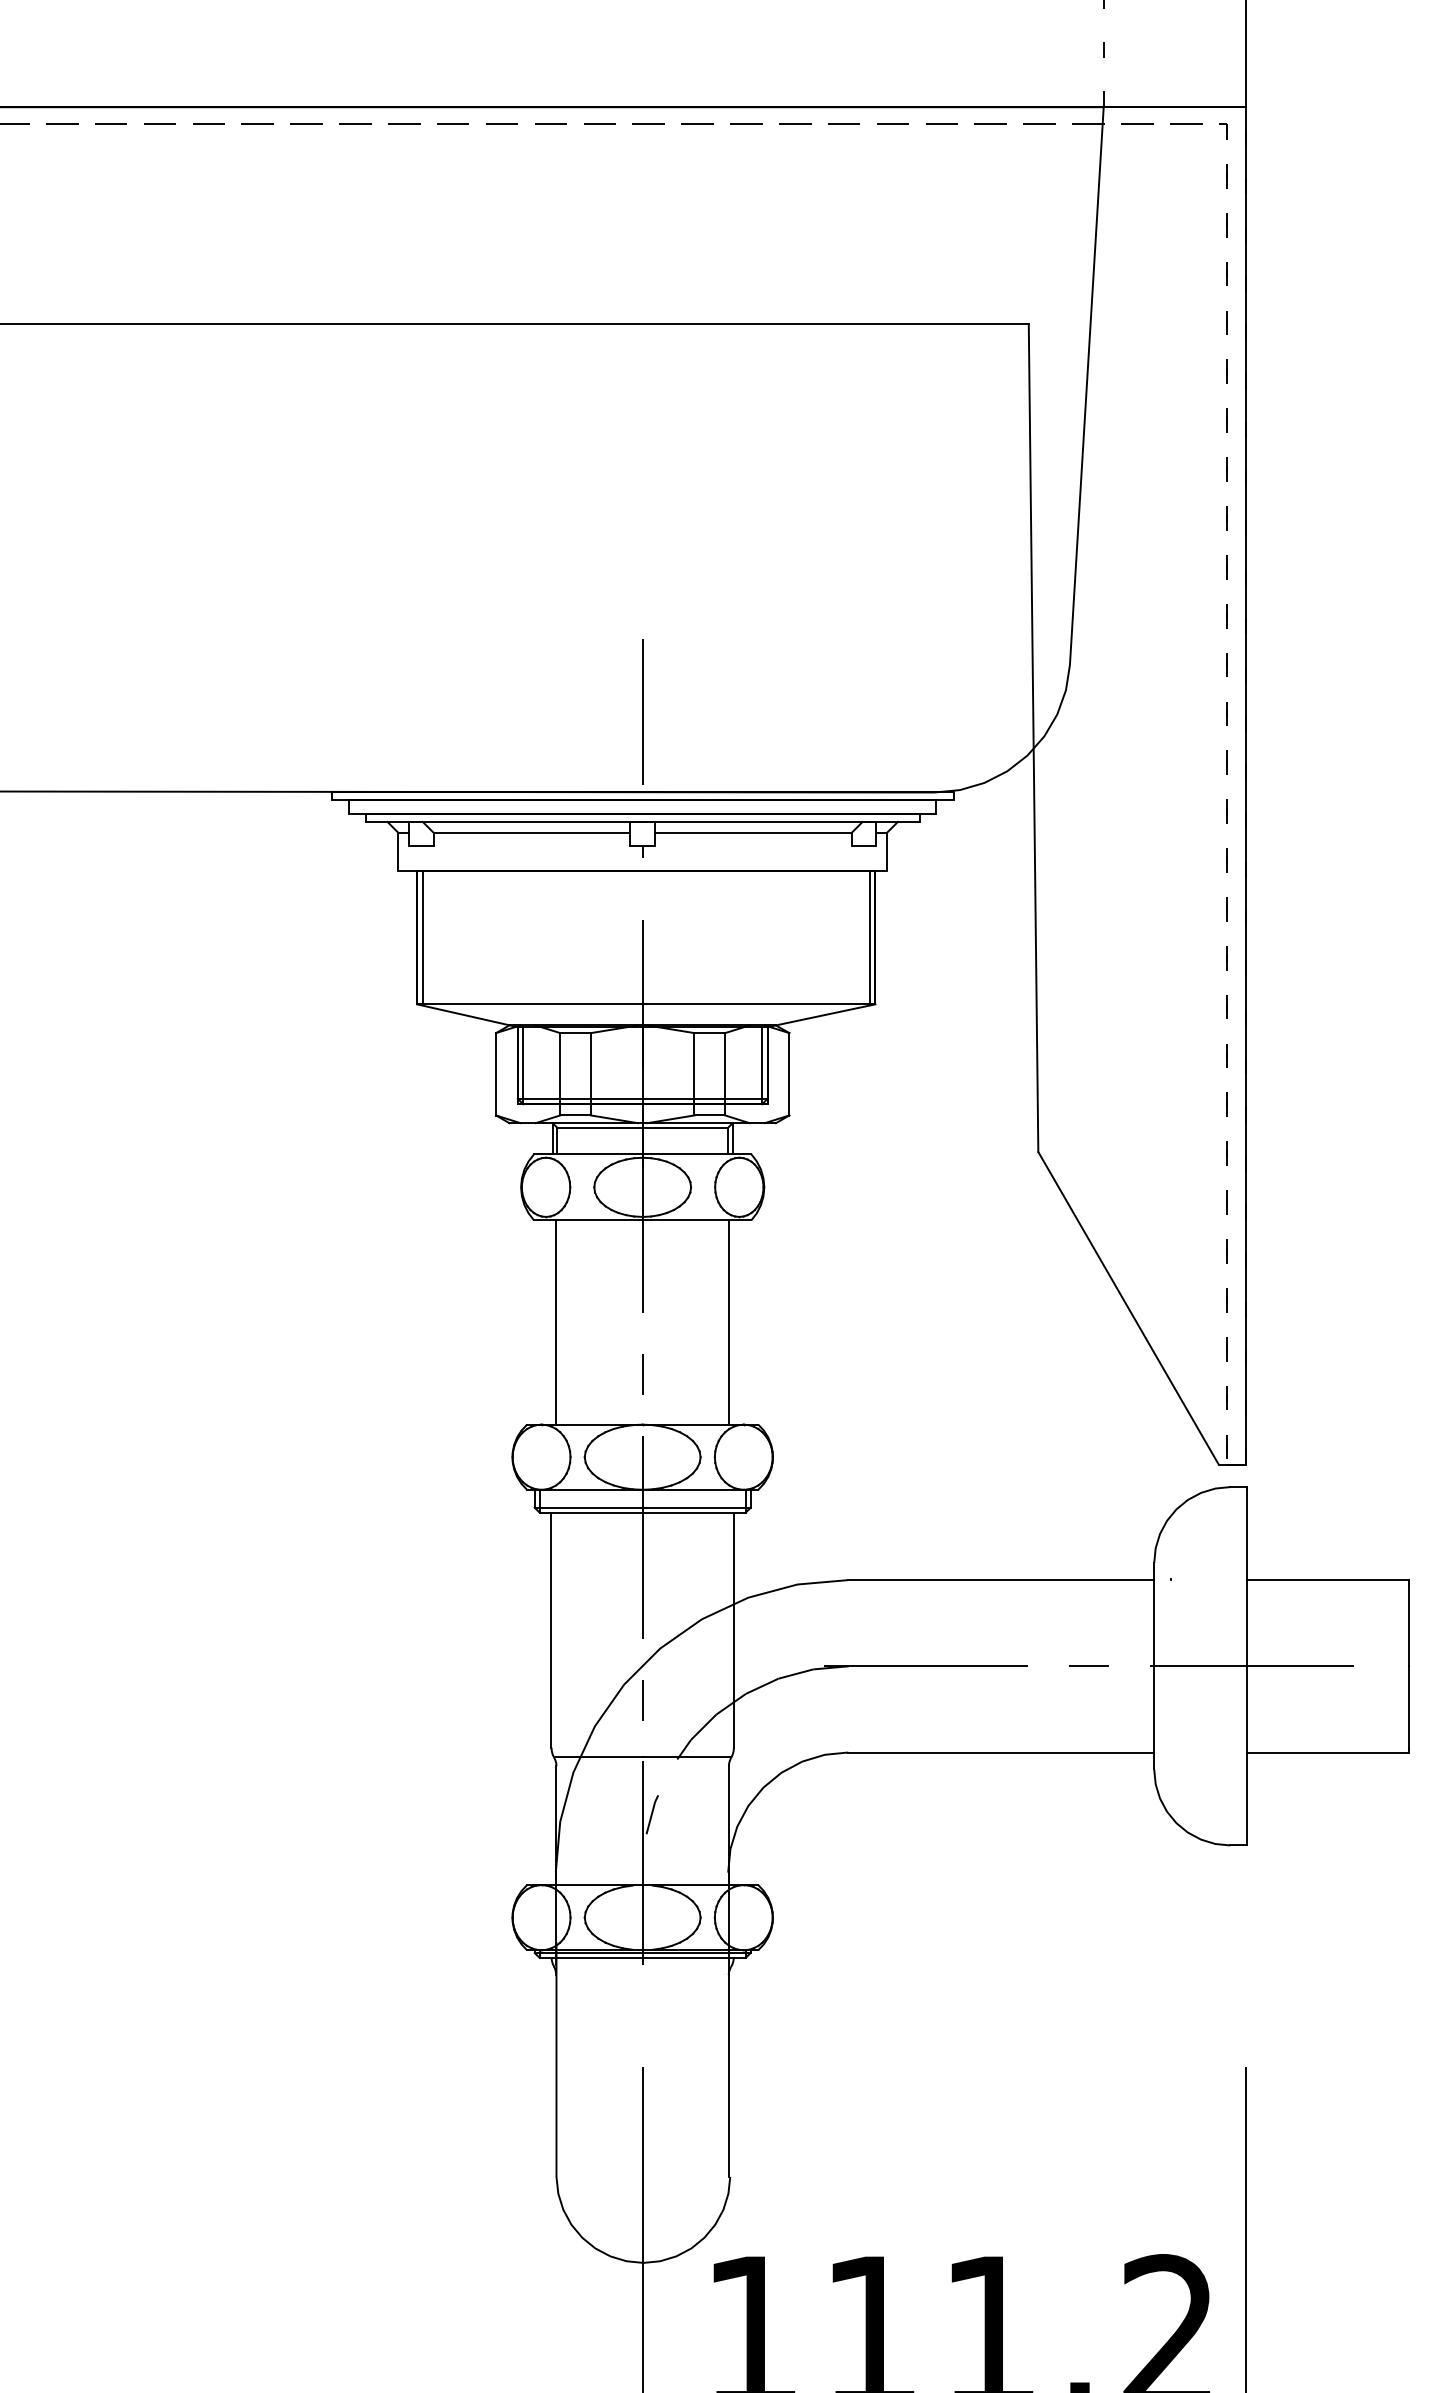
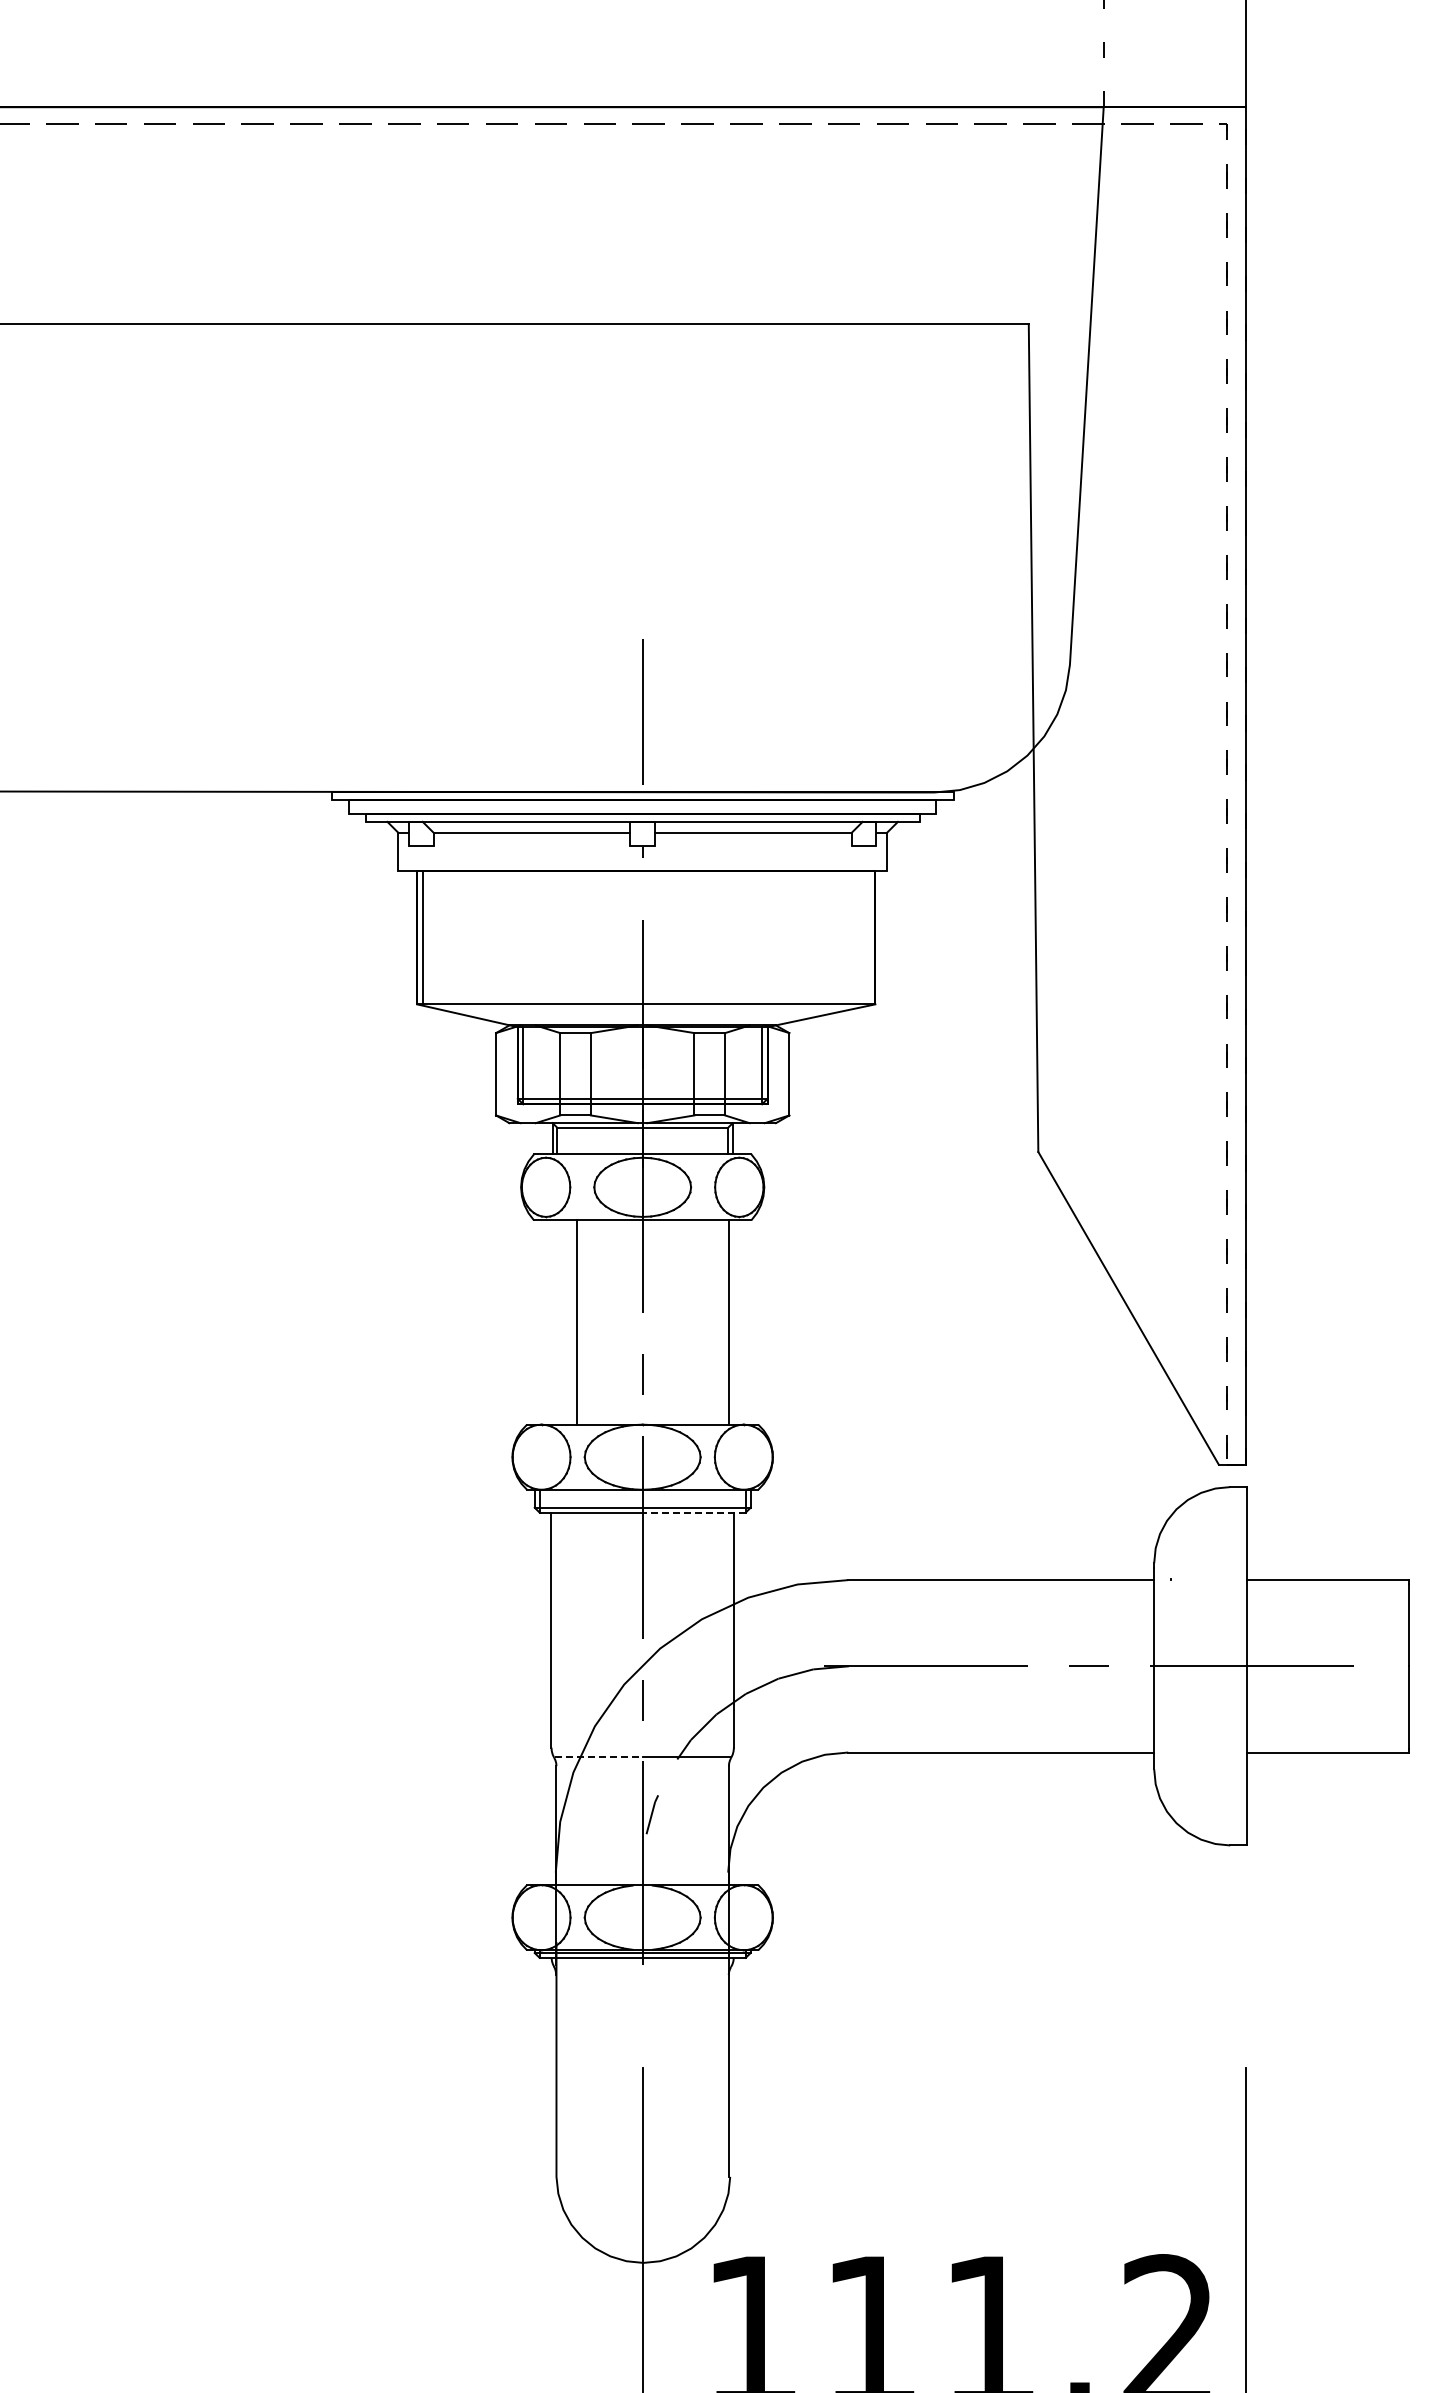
line at (869, 937): present -> none
line at (556, 1322) position: (556, 1322) -> (577, 1322)
line at (694, 1512): solid -> dashed
line at (599, 1756): solid -> dashed
